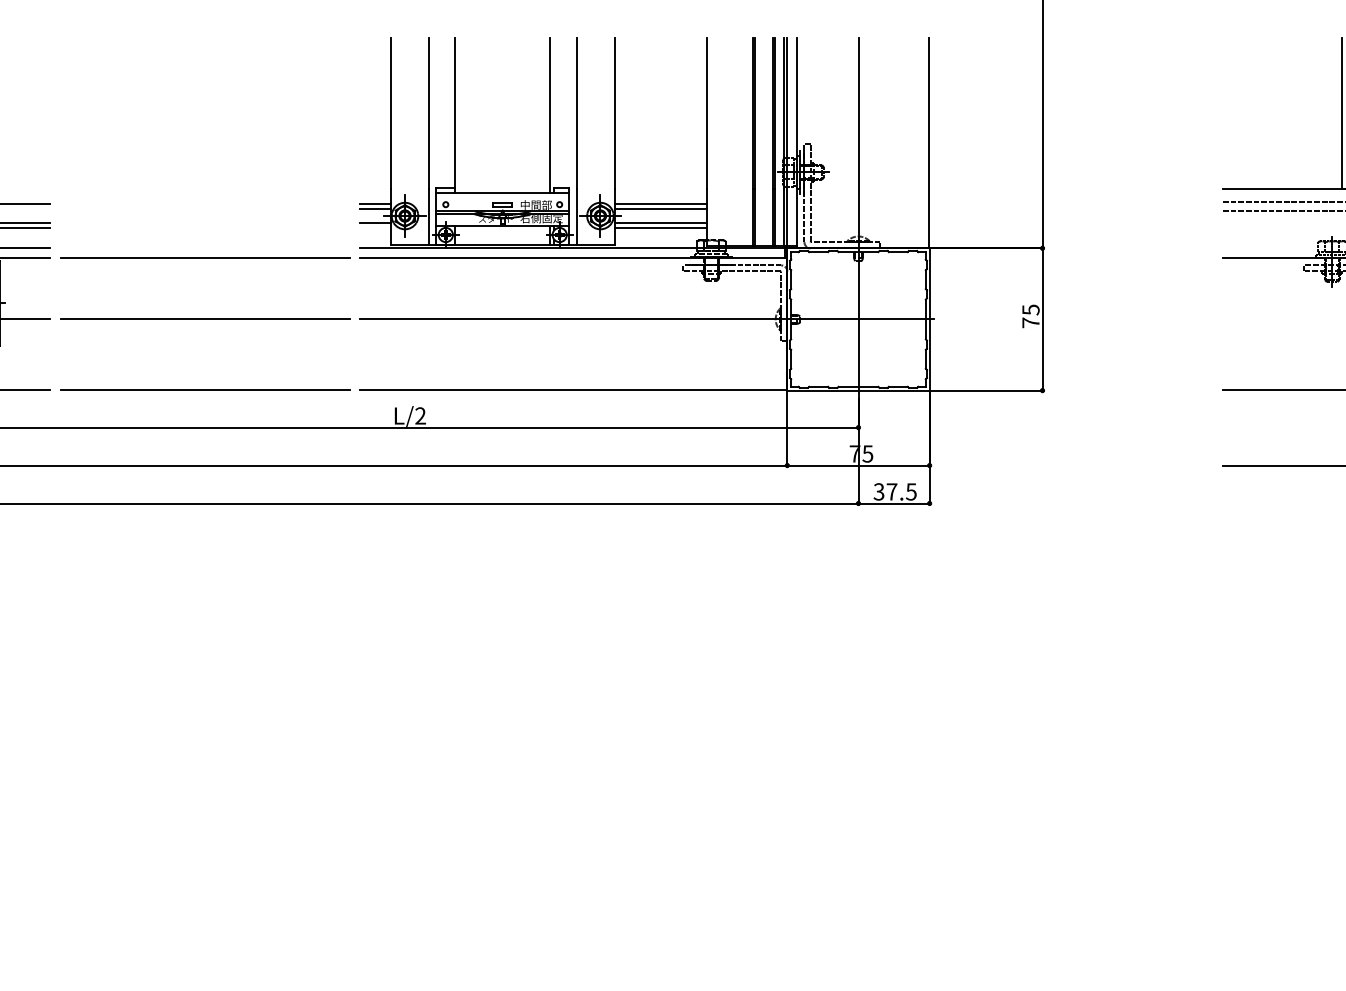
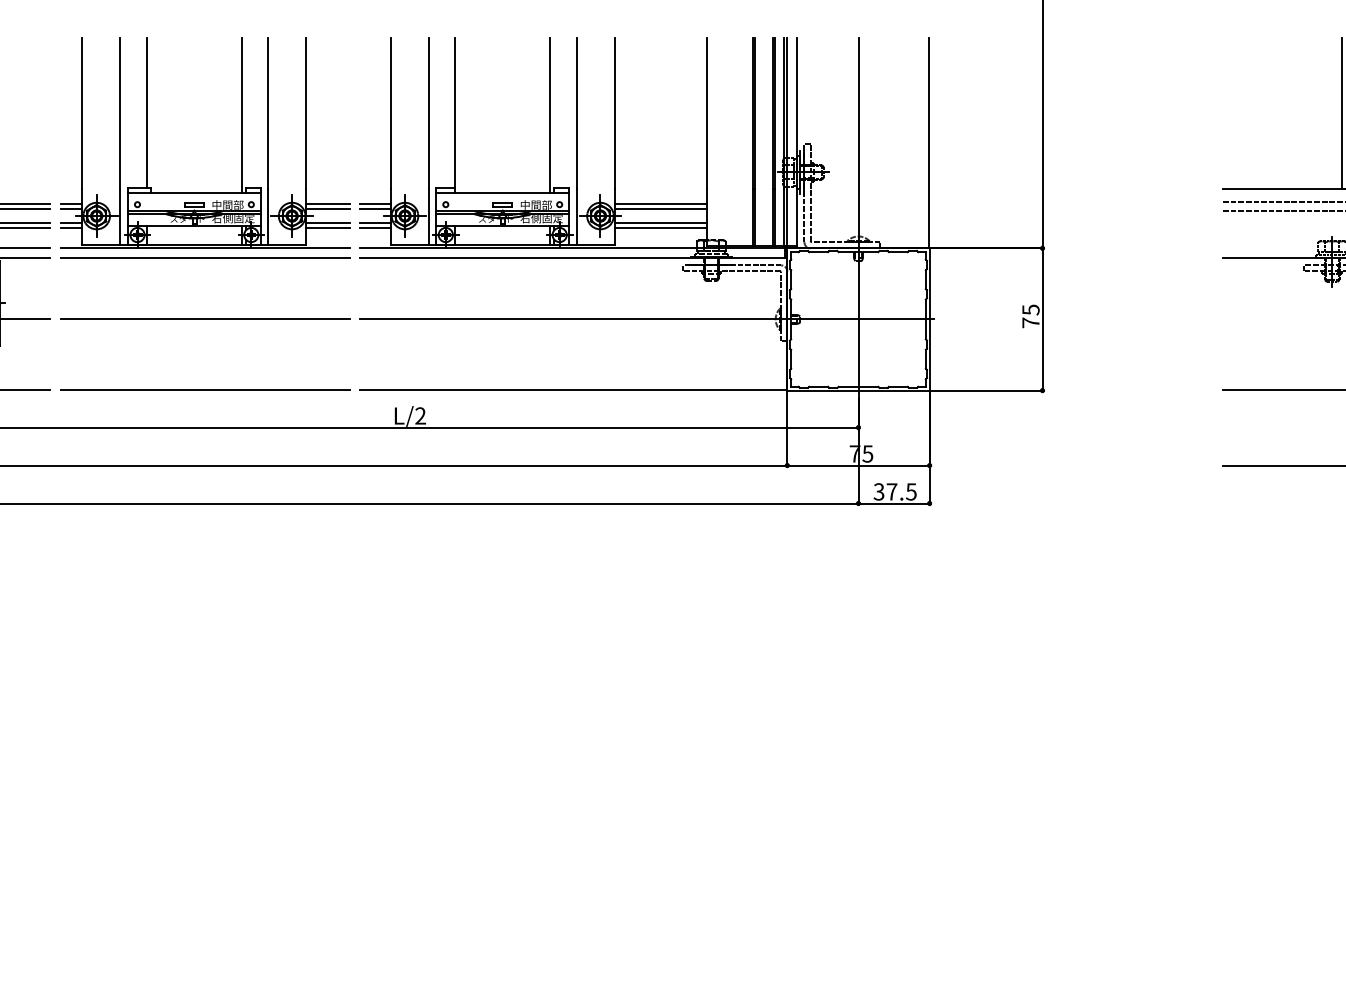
part at (241, 142): none -> present
line at (26, 209): none -> present
line at (375, 228): none -> present
